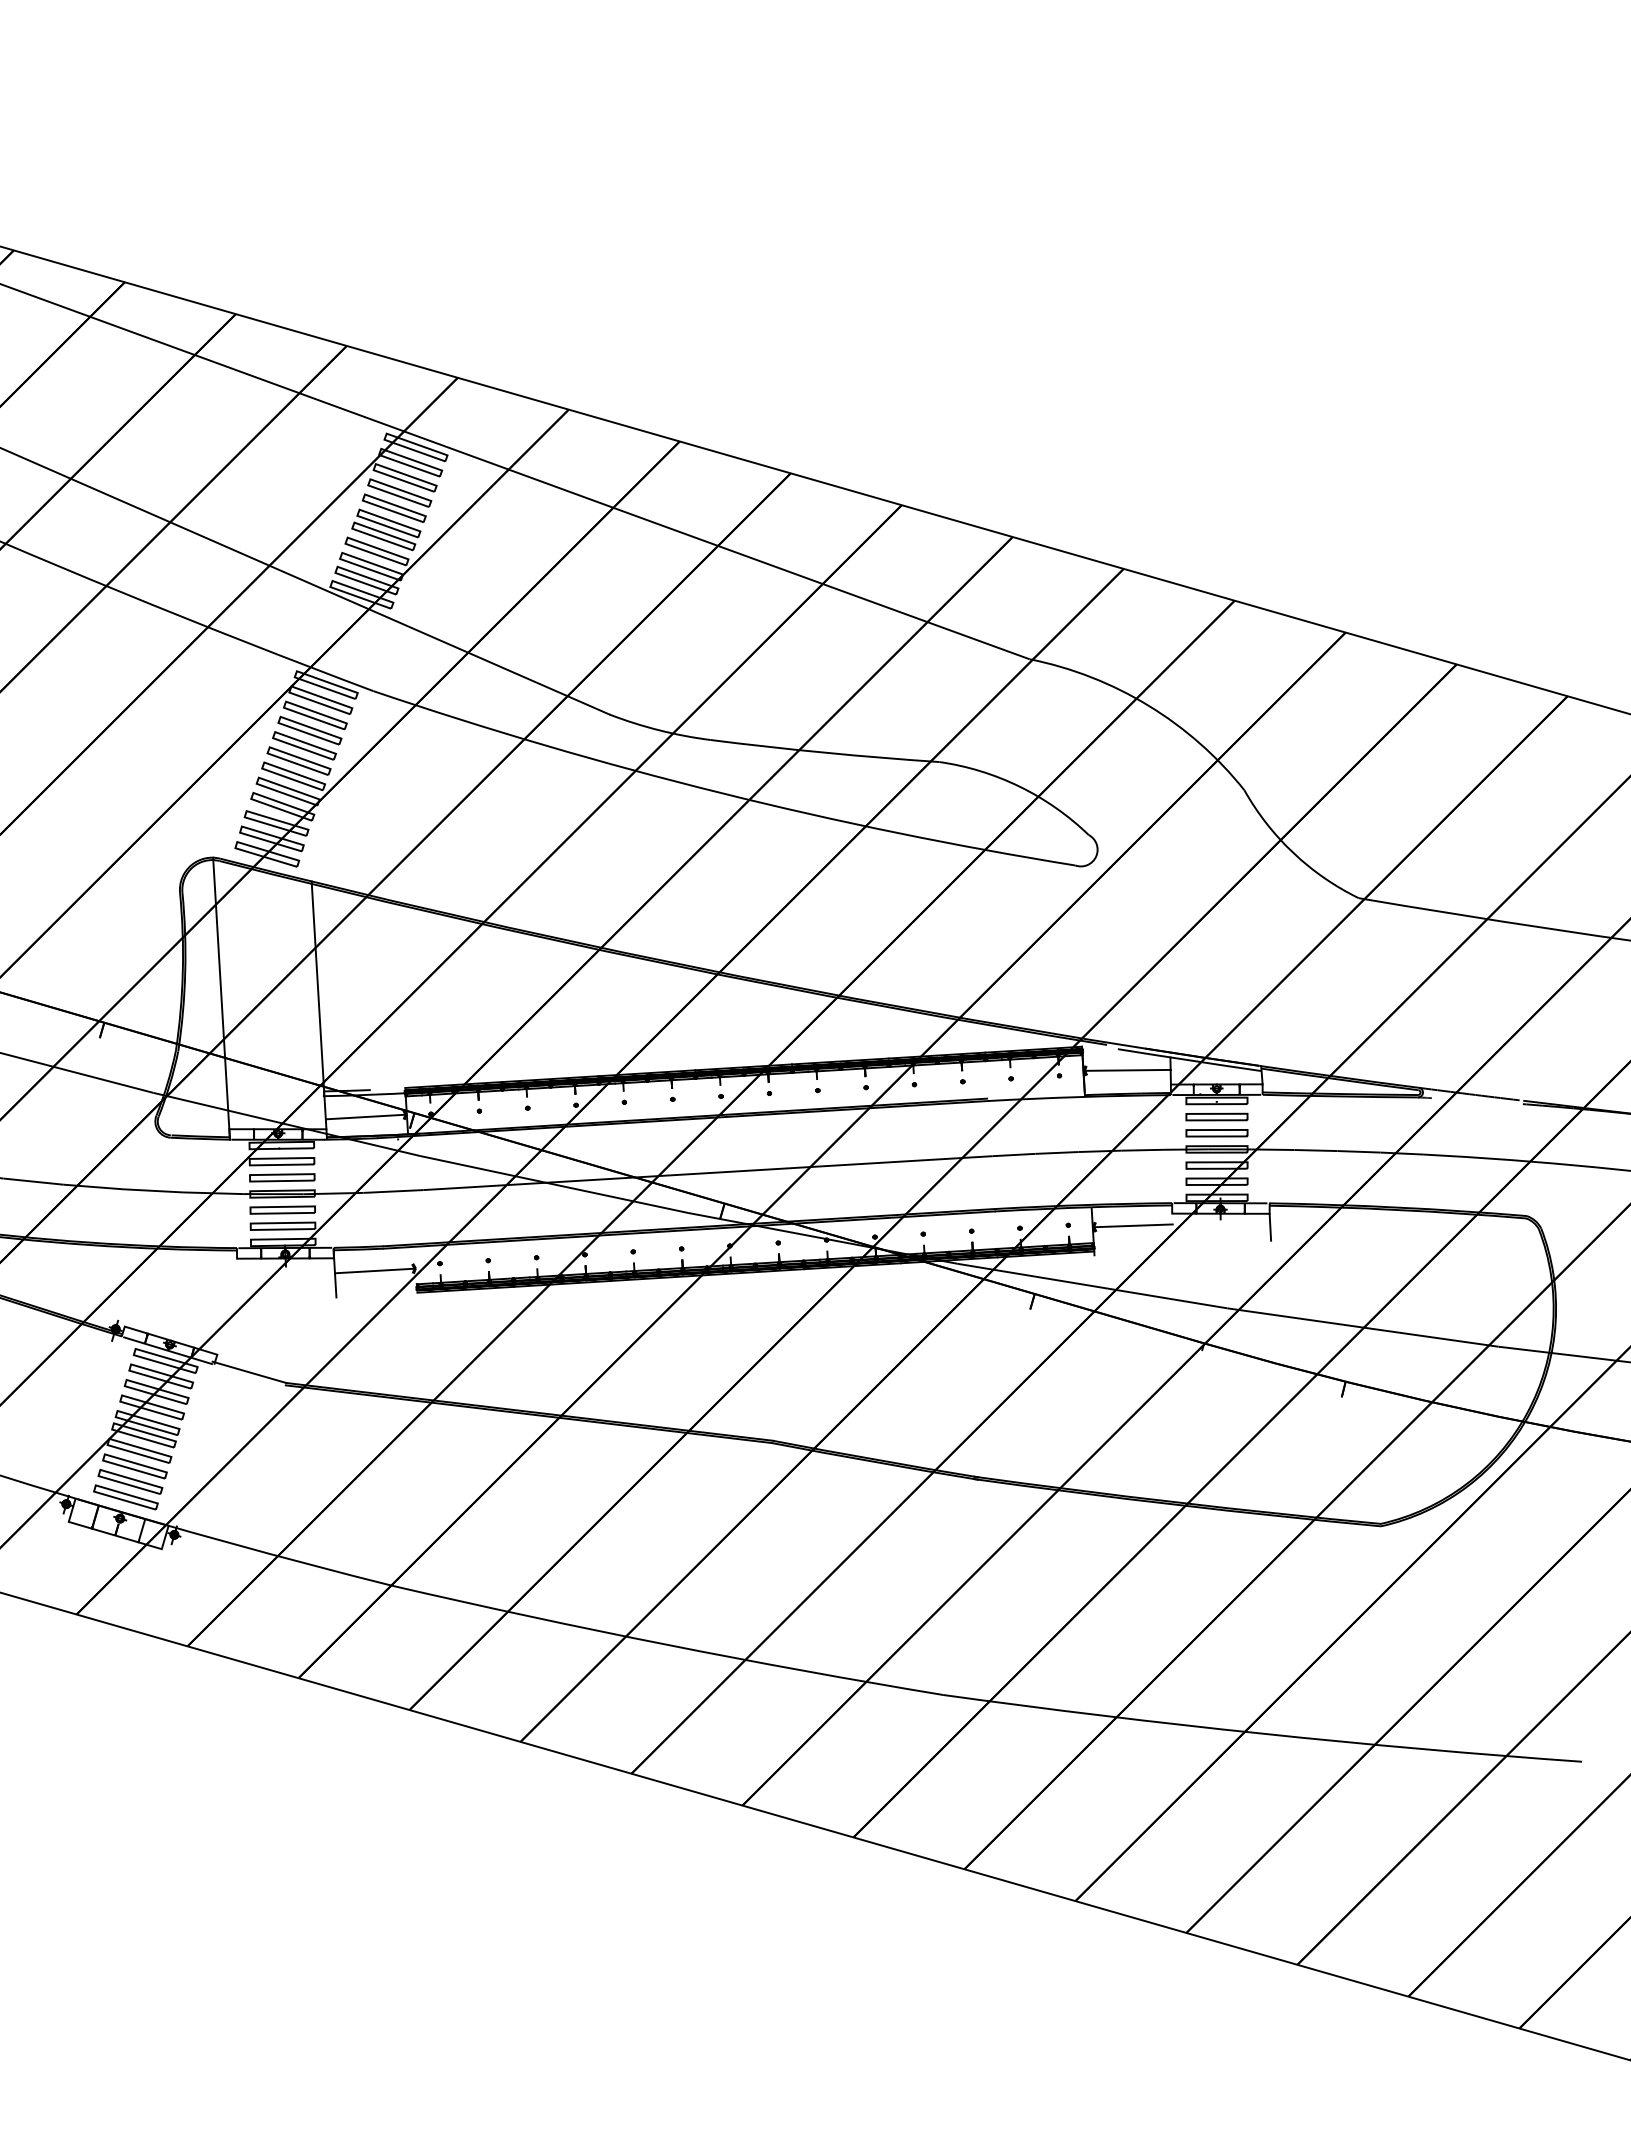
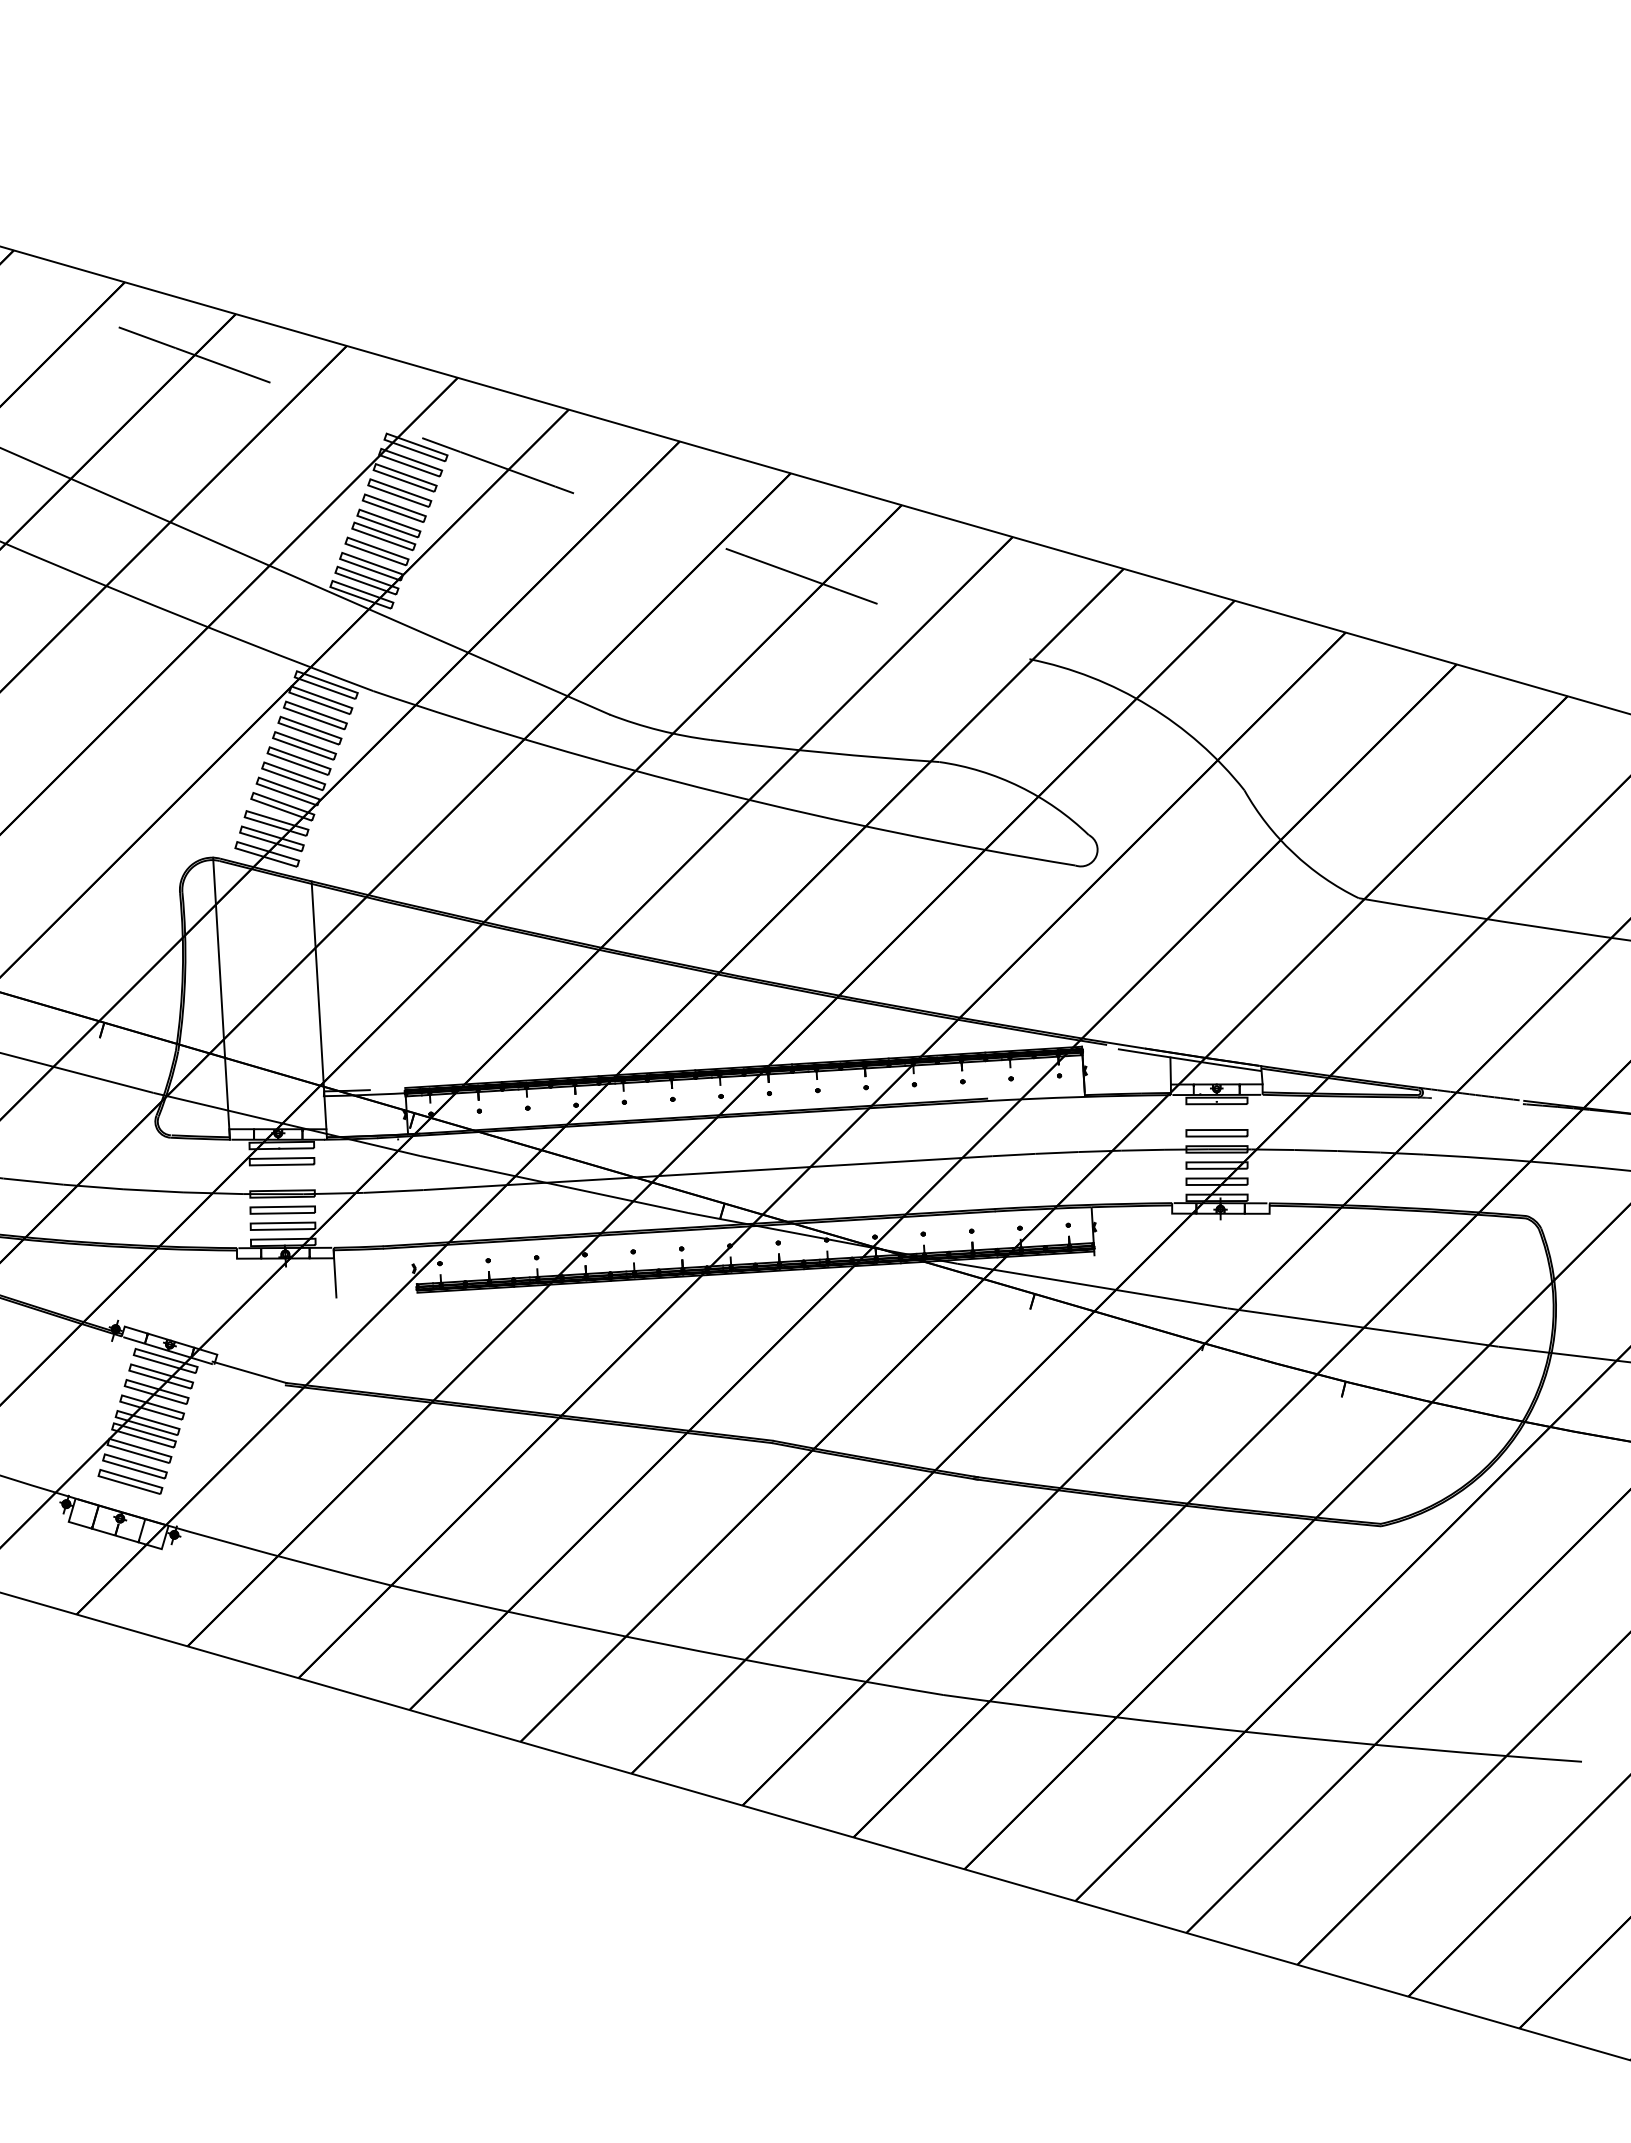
arc at (514, 471): solid -> dashed
line at (1127, 1069): present -> none
line at (365, 1116): present -> none
part at (1216, 1116): present -> none
part at (282, 1177): present -> none
line at (1133, 1225): present -> none
line at (1270, 1226): present -> none
line at (374, 1270): present -> none
part at (125, 1497): present -> none
